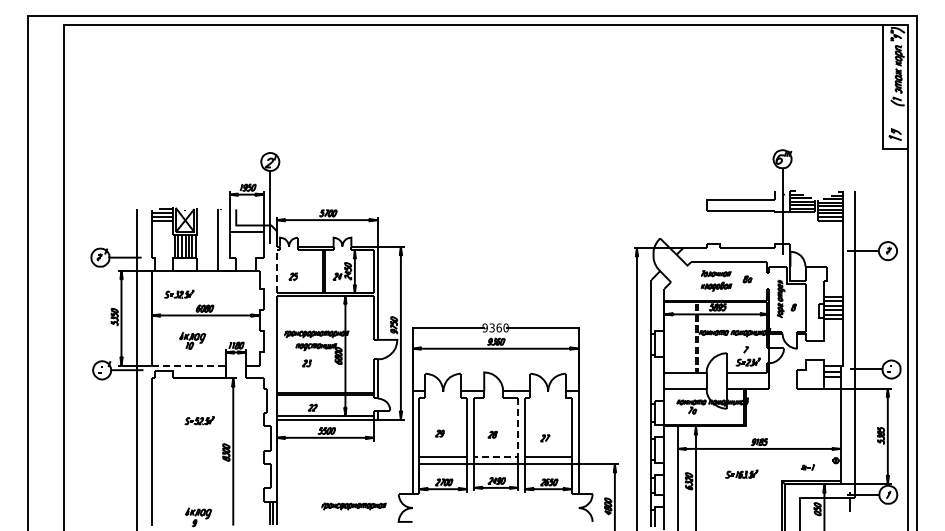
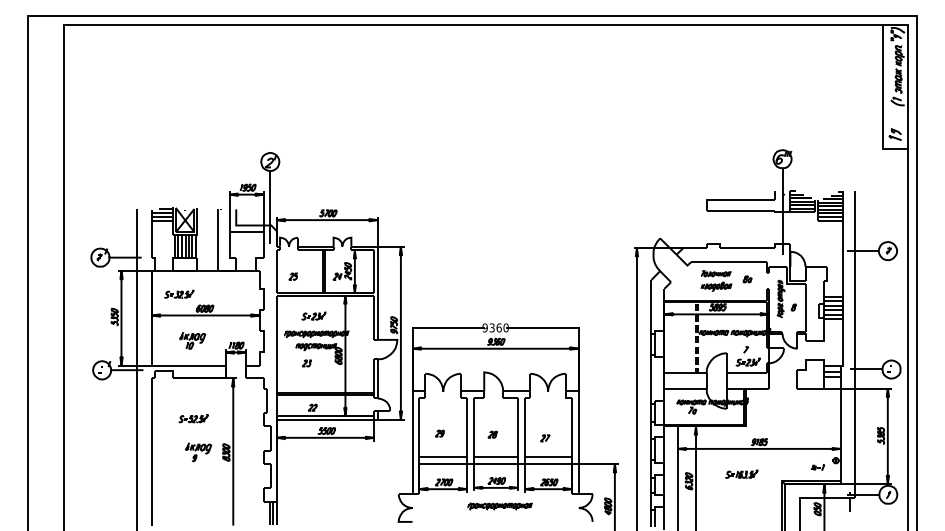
line at (276, 271): dashed -> solid
part at (313, 315): none -> present
line at (188, 365): dashed -> solid
part at (199, 420) position: (199, 420) -> (193, 418)
line at (518, 450): dashed -> solid
part at (808, 467) position: (808, 467) -> (818, 467)
part at (353, 506) position: (353, 506) -> (499, 506)
part at (198, 517) position: (198, 517) -> (198, 452)
